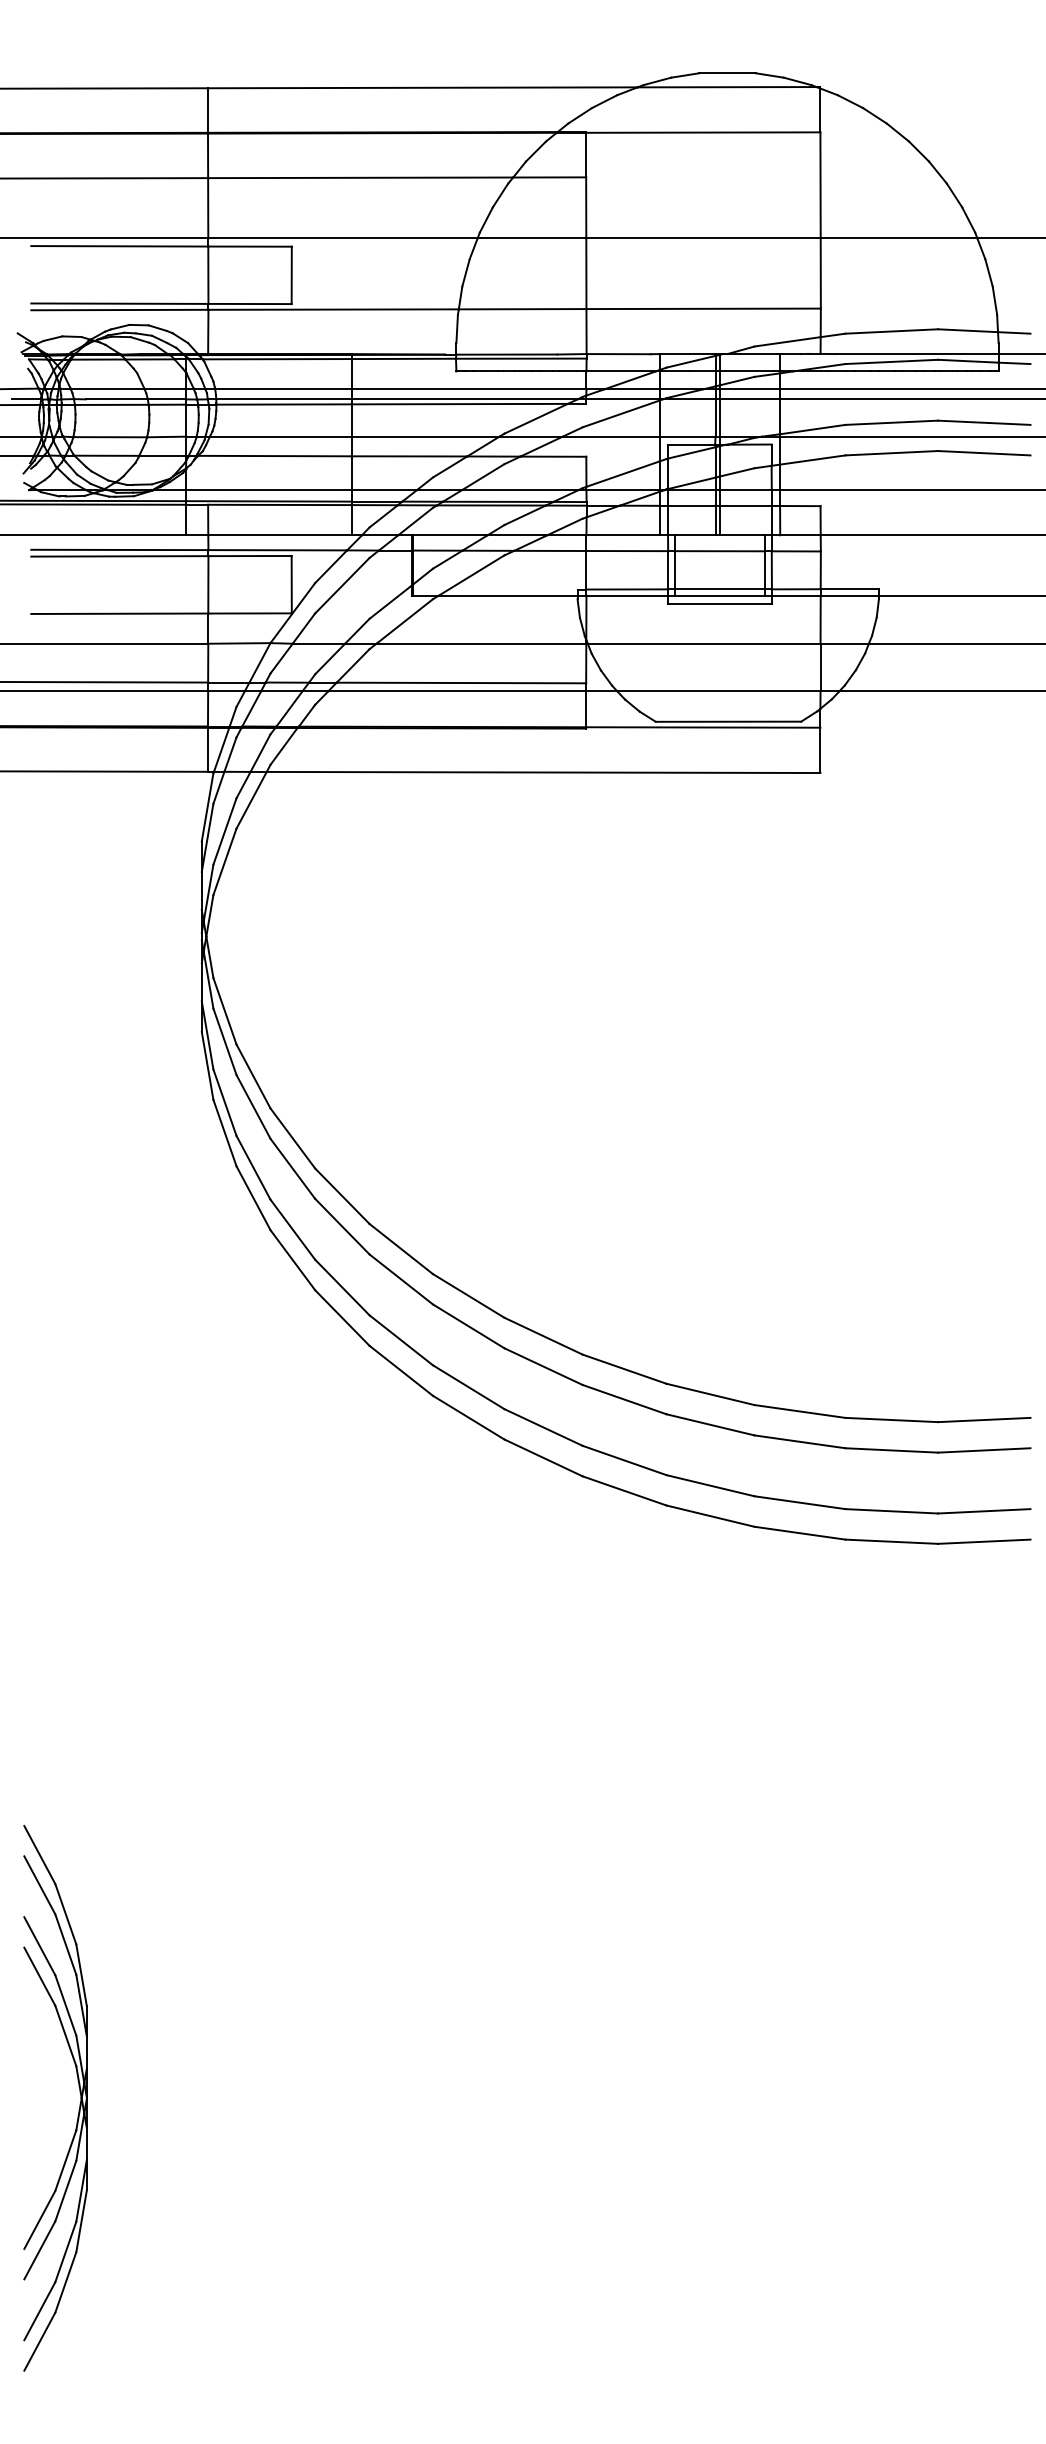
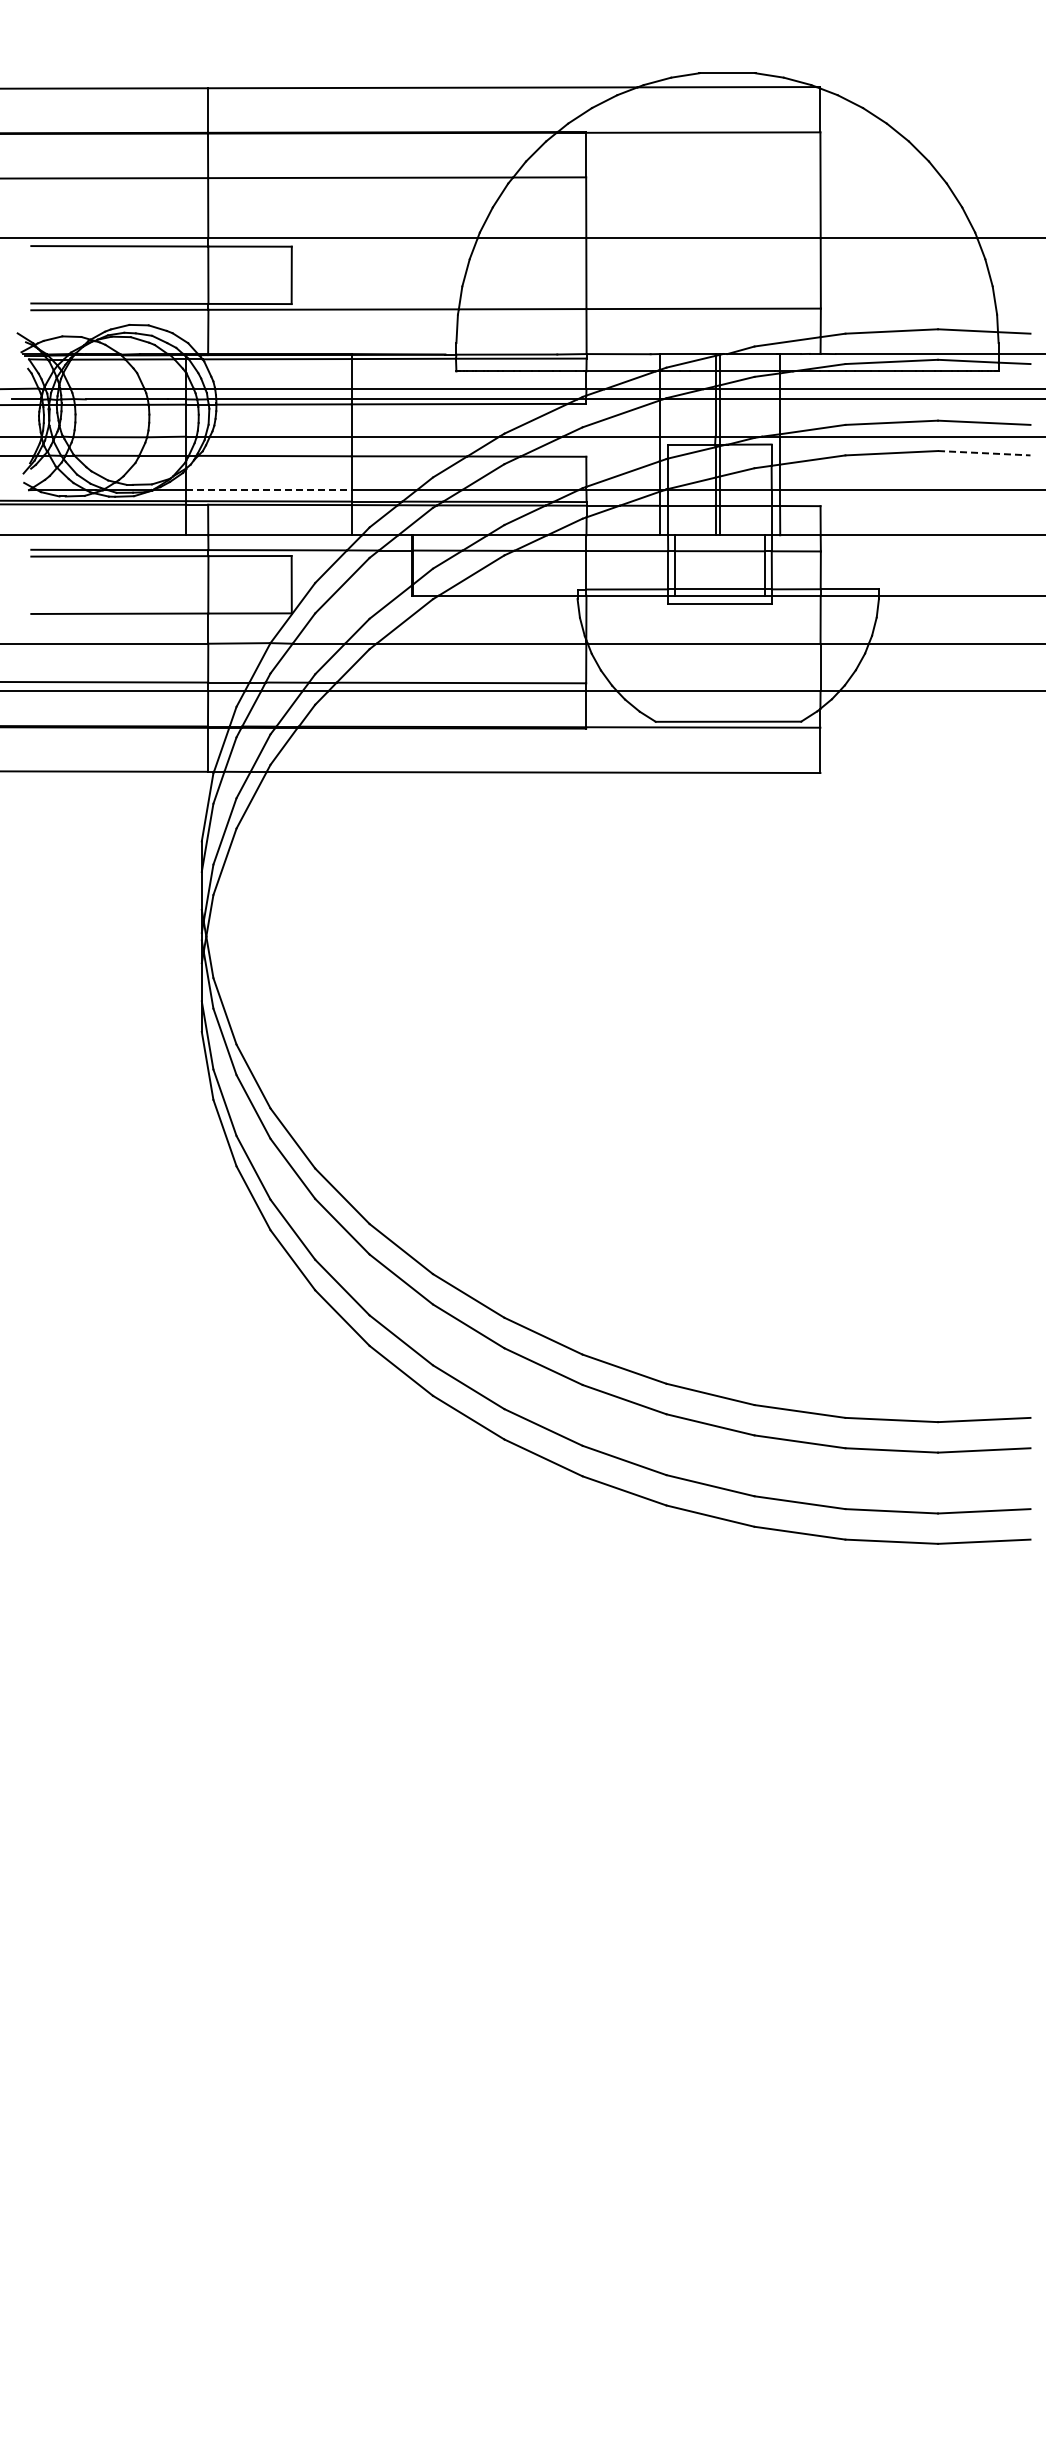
line at (984, 453): solid -> dashed
line at (268, 490): solid -> dashed
part at (79, 2092): present -> none
